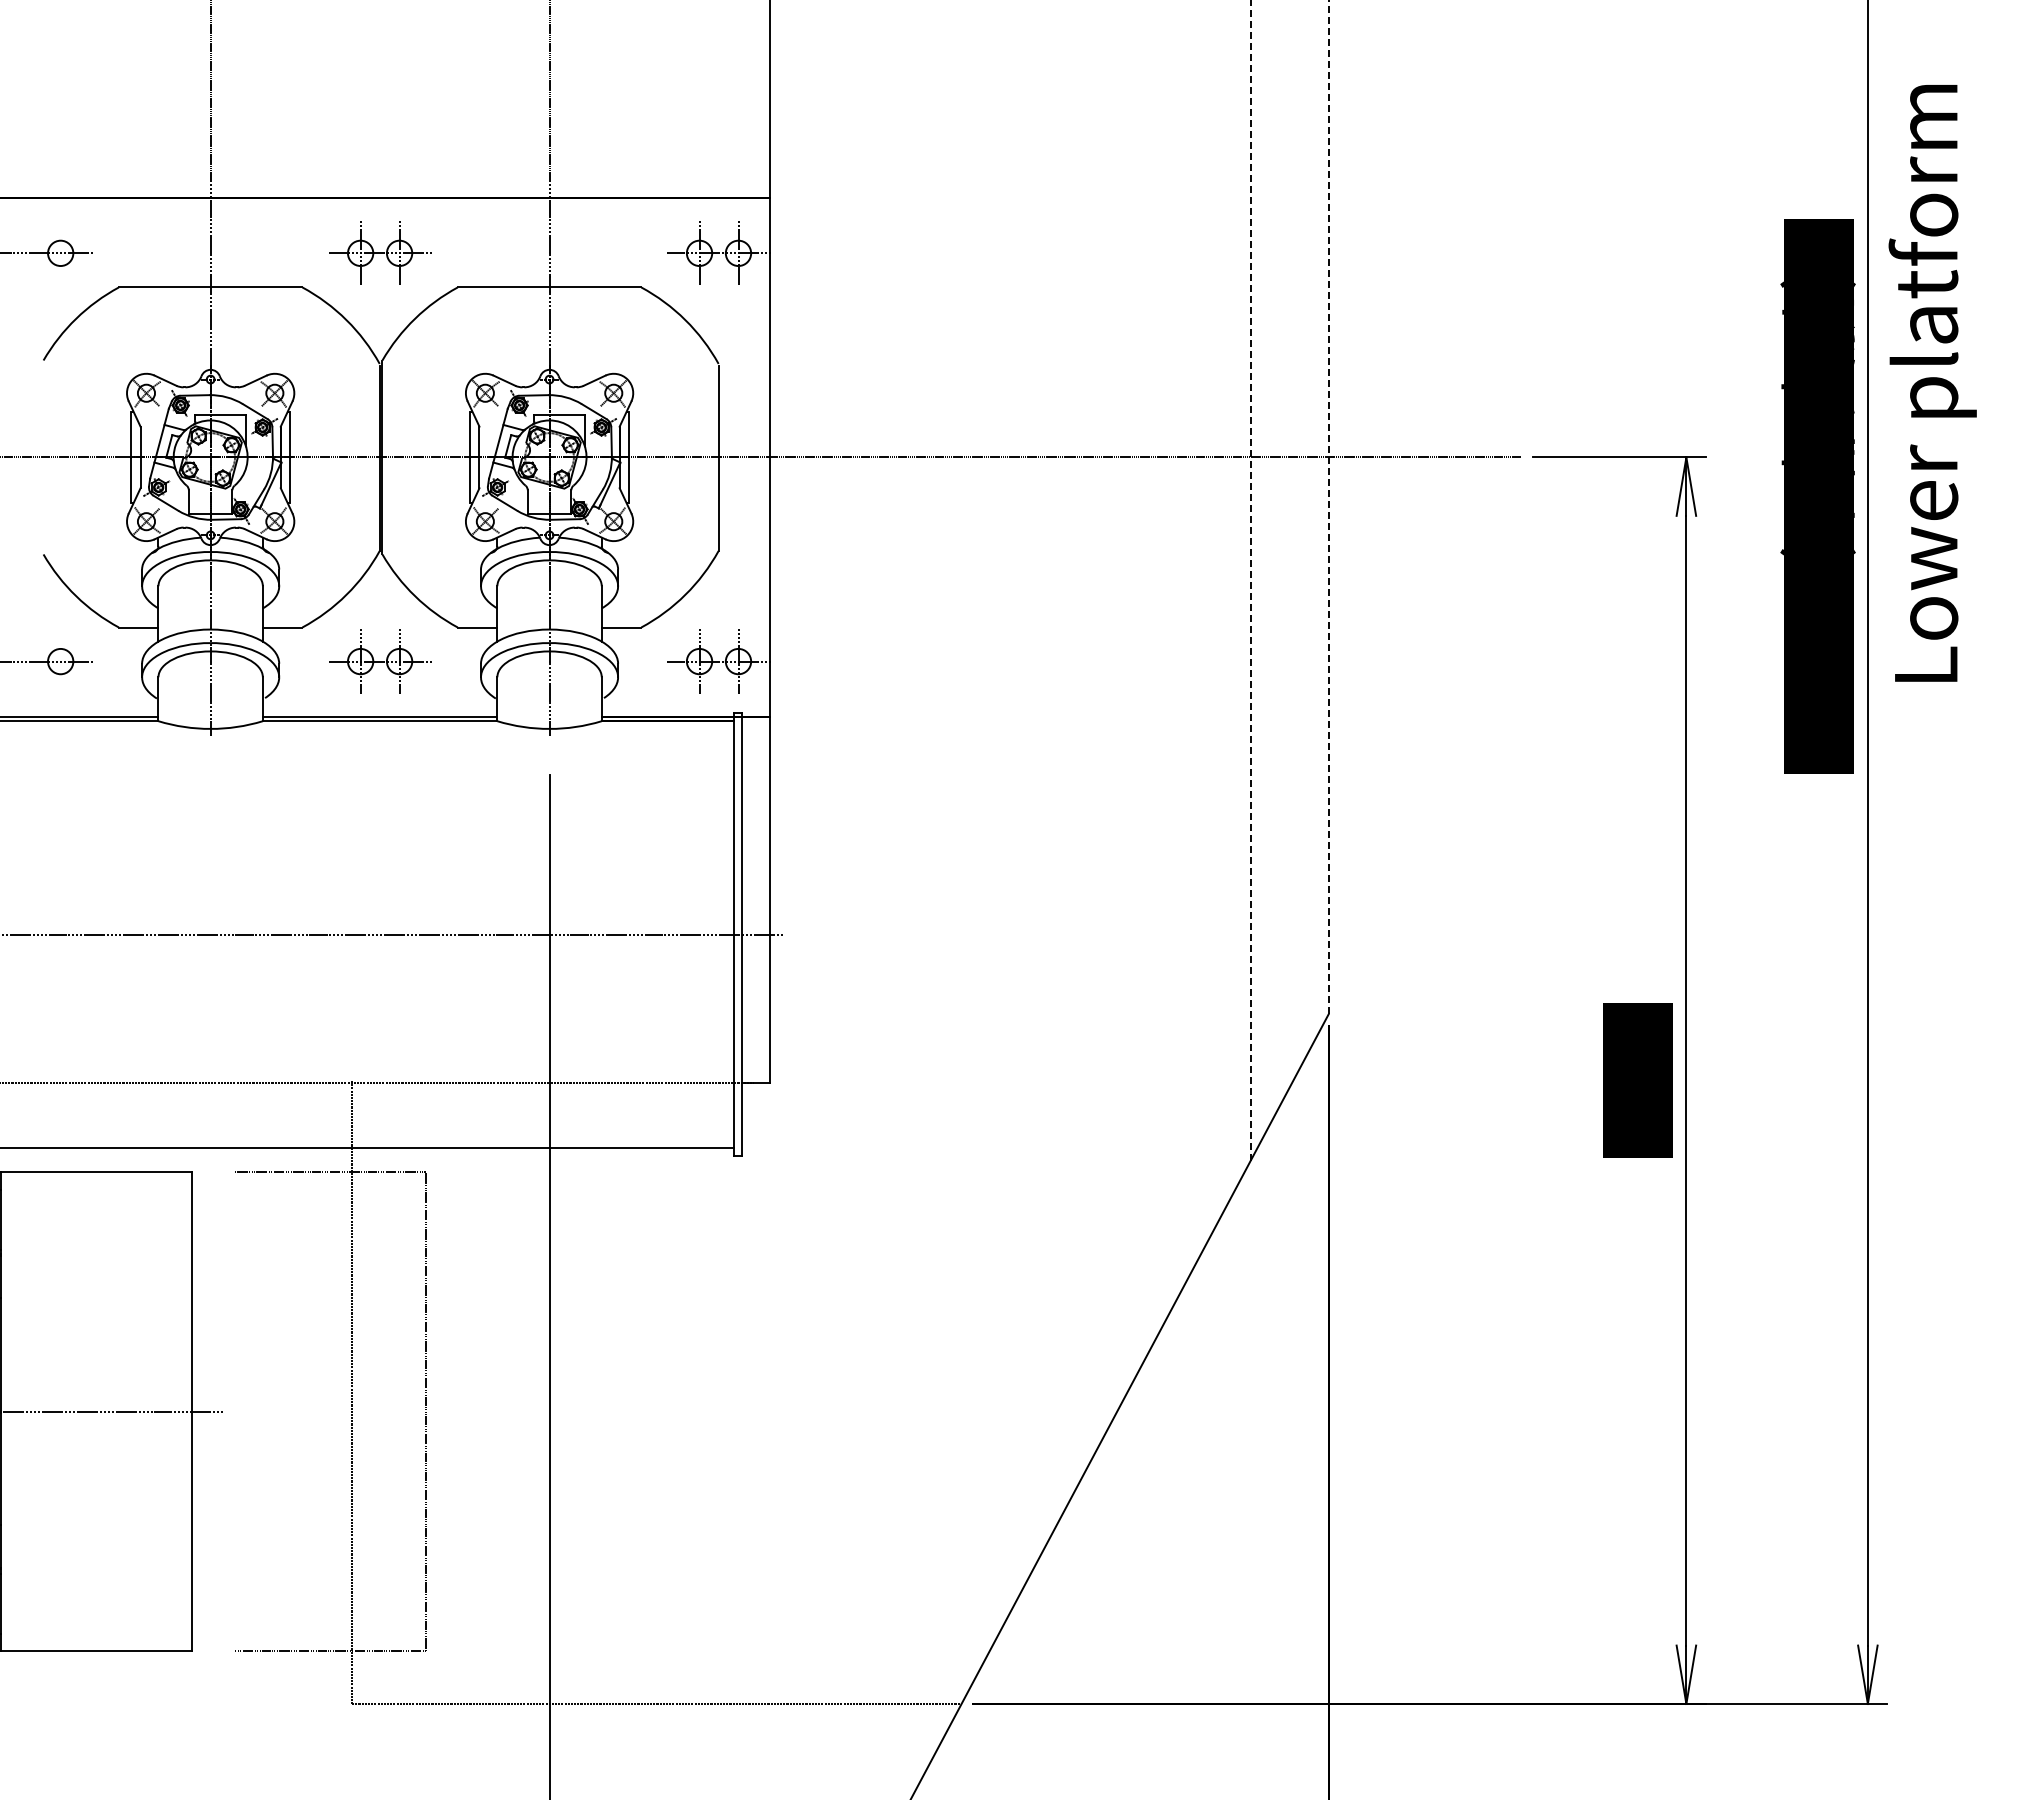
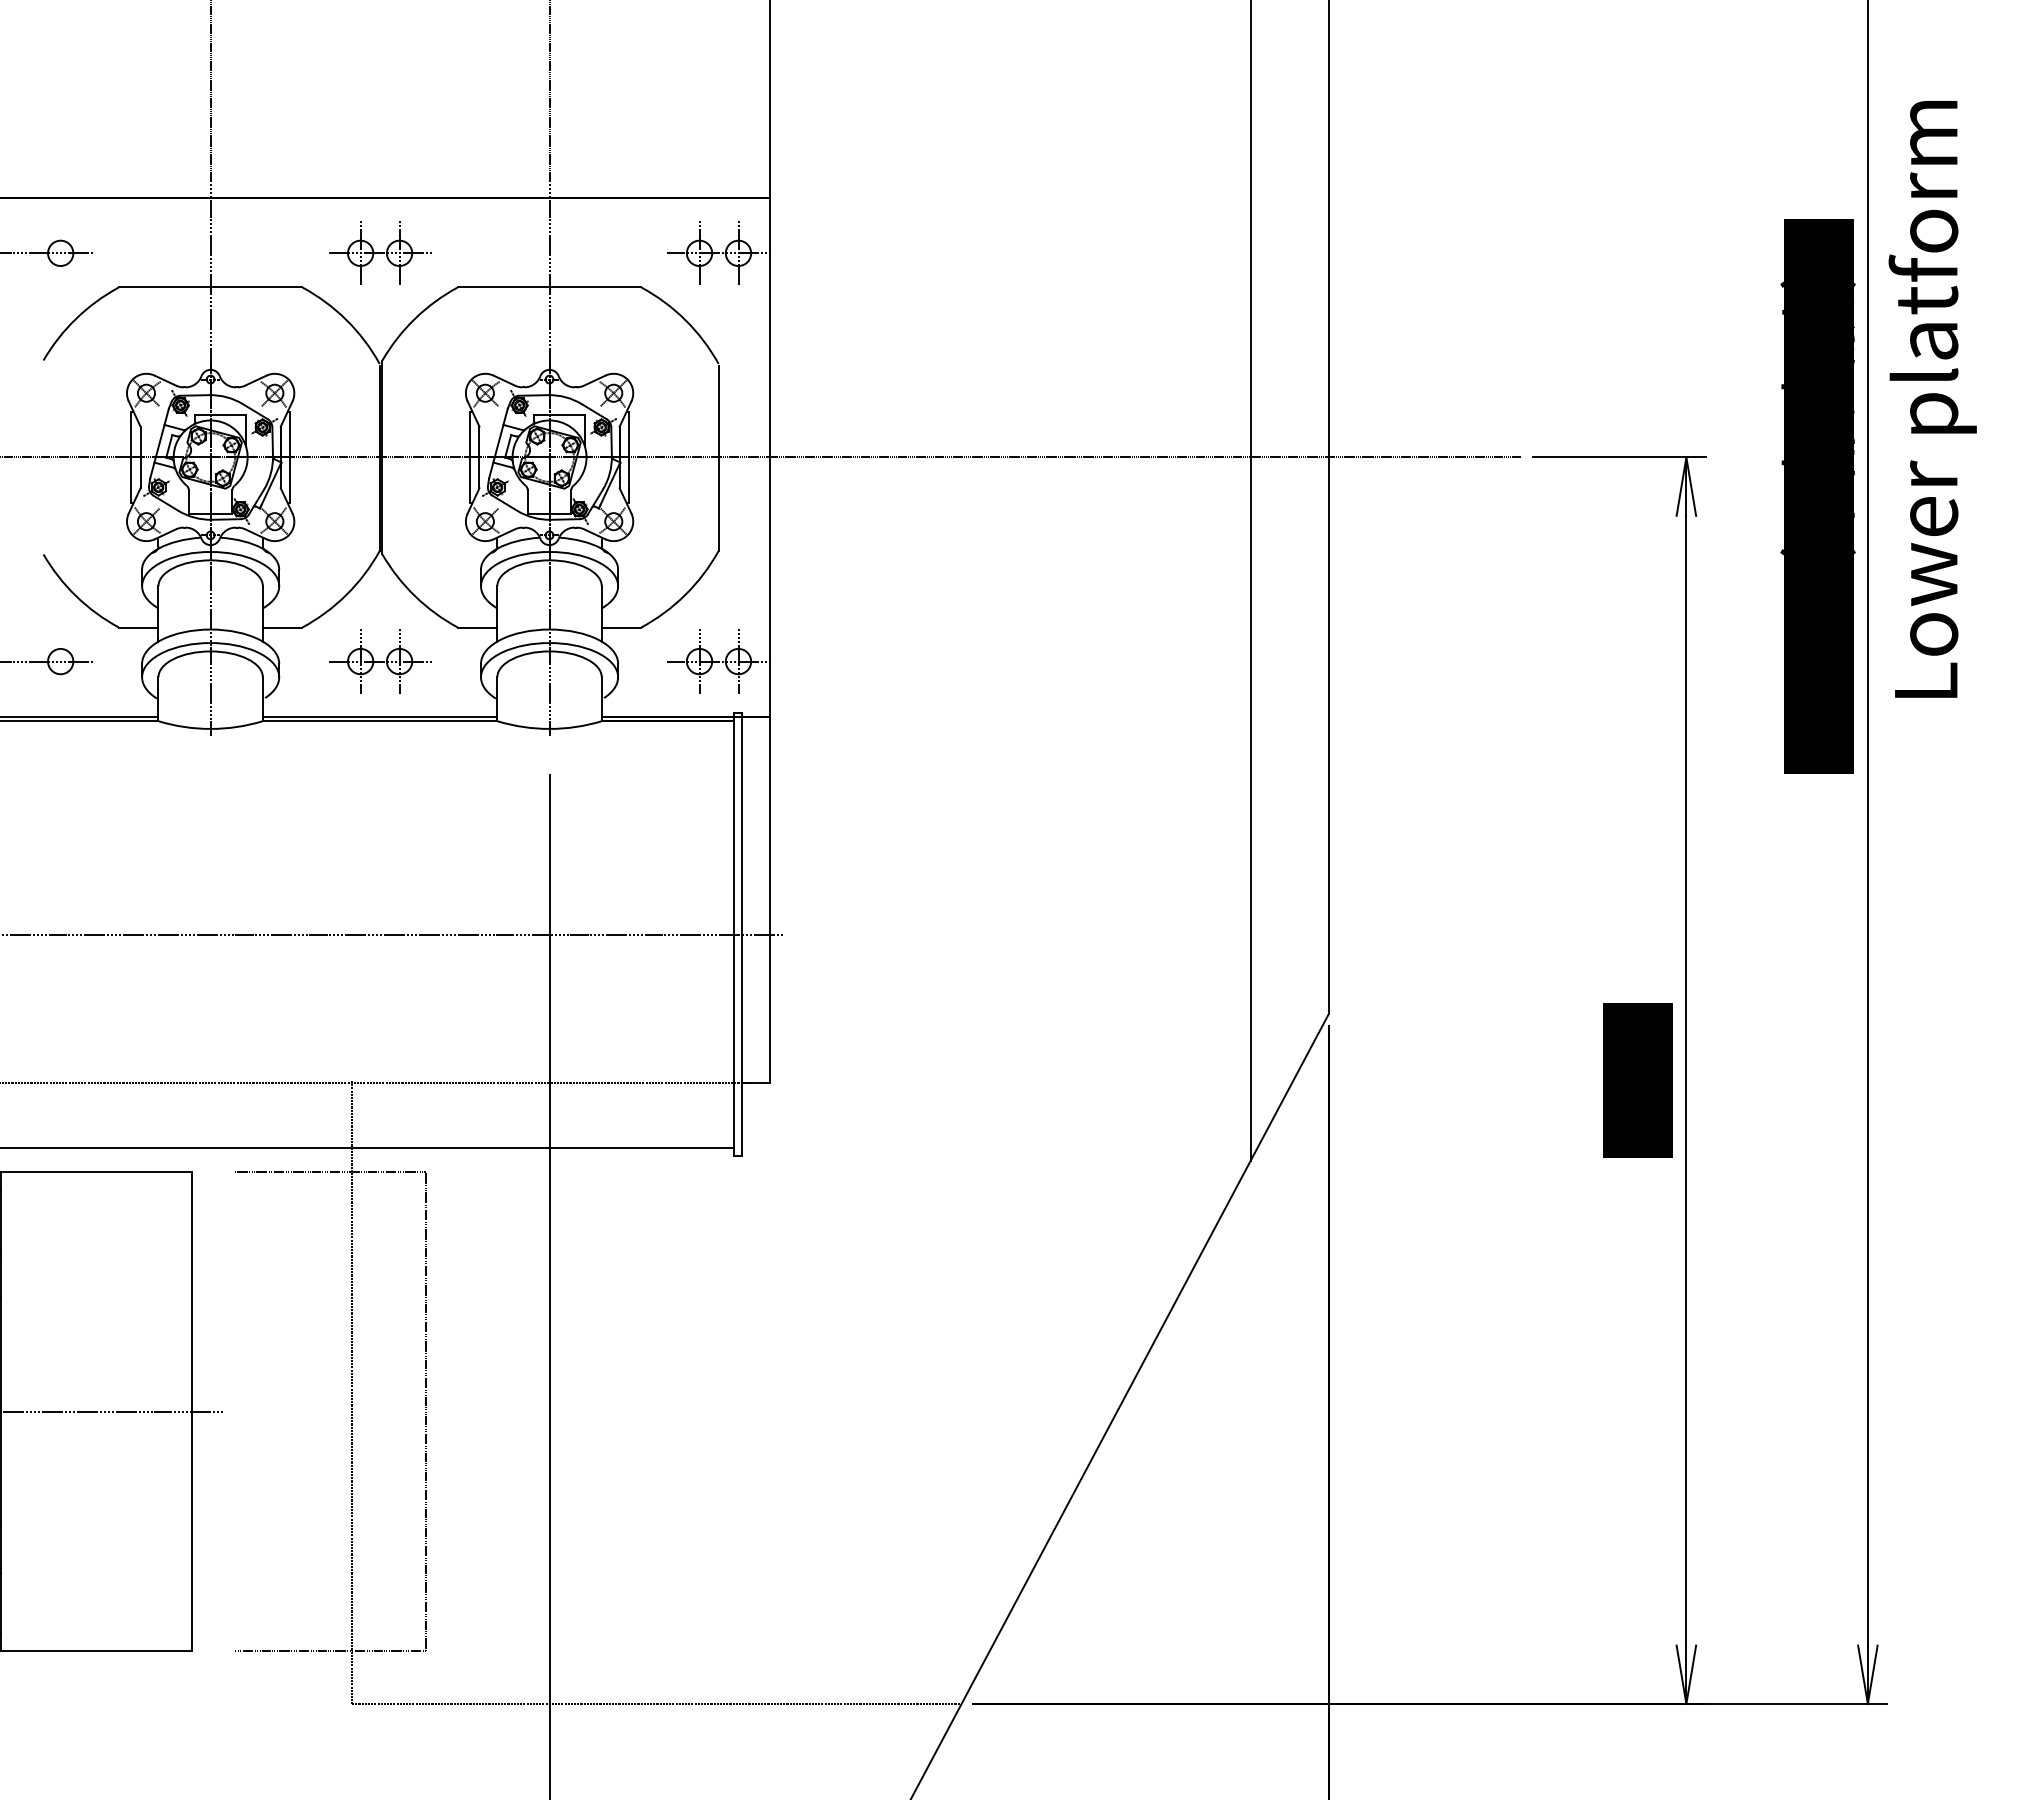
text at (1932, 383) position: (1932, 383) -> (1932, 399)
line at (1328, 507): dashed -> solid
line at (1250, 580): dashed -> solid
